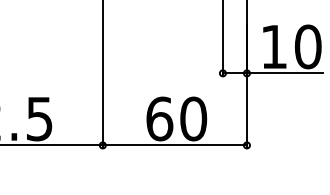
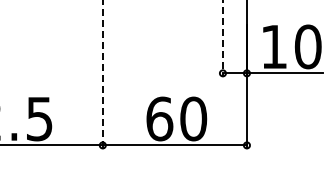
line at (222, 38): solid -> dashed
line at (102, 74): solid -> dashed
